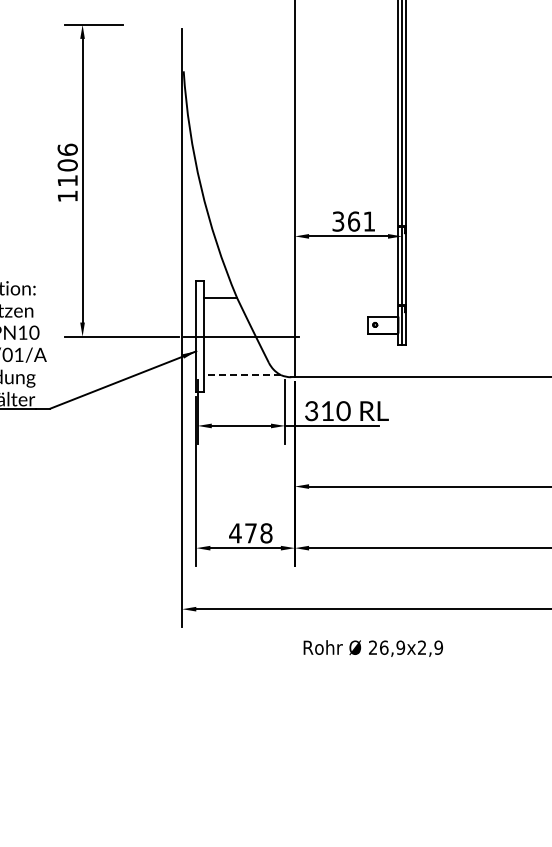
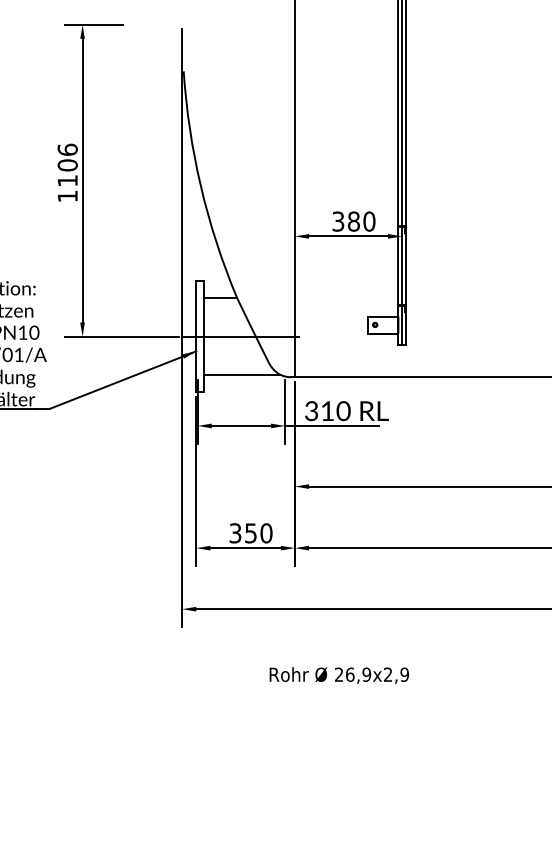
text at (361, 221): 361 -> 380
line at (242, 375): dashed -> solid
text at (250, 533): 478 -> 350
text at (372, 648) position: (372, 648) -> (338, 675)
